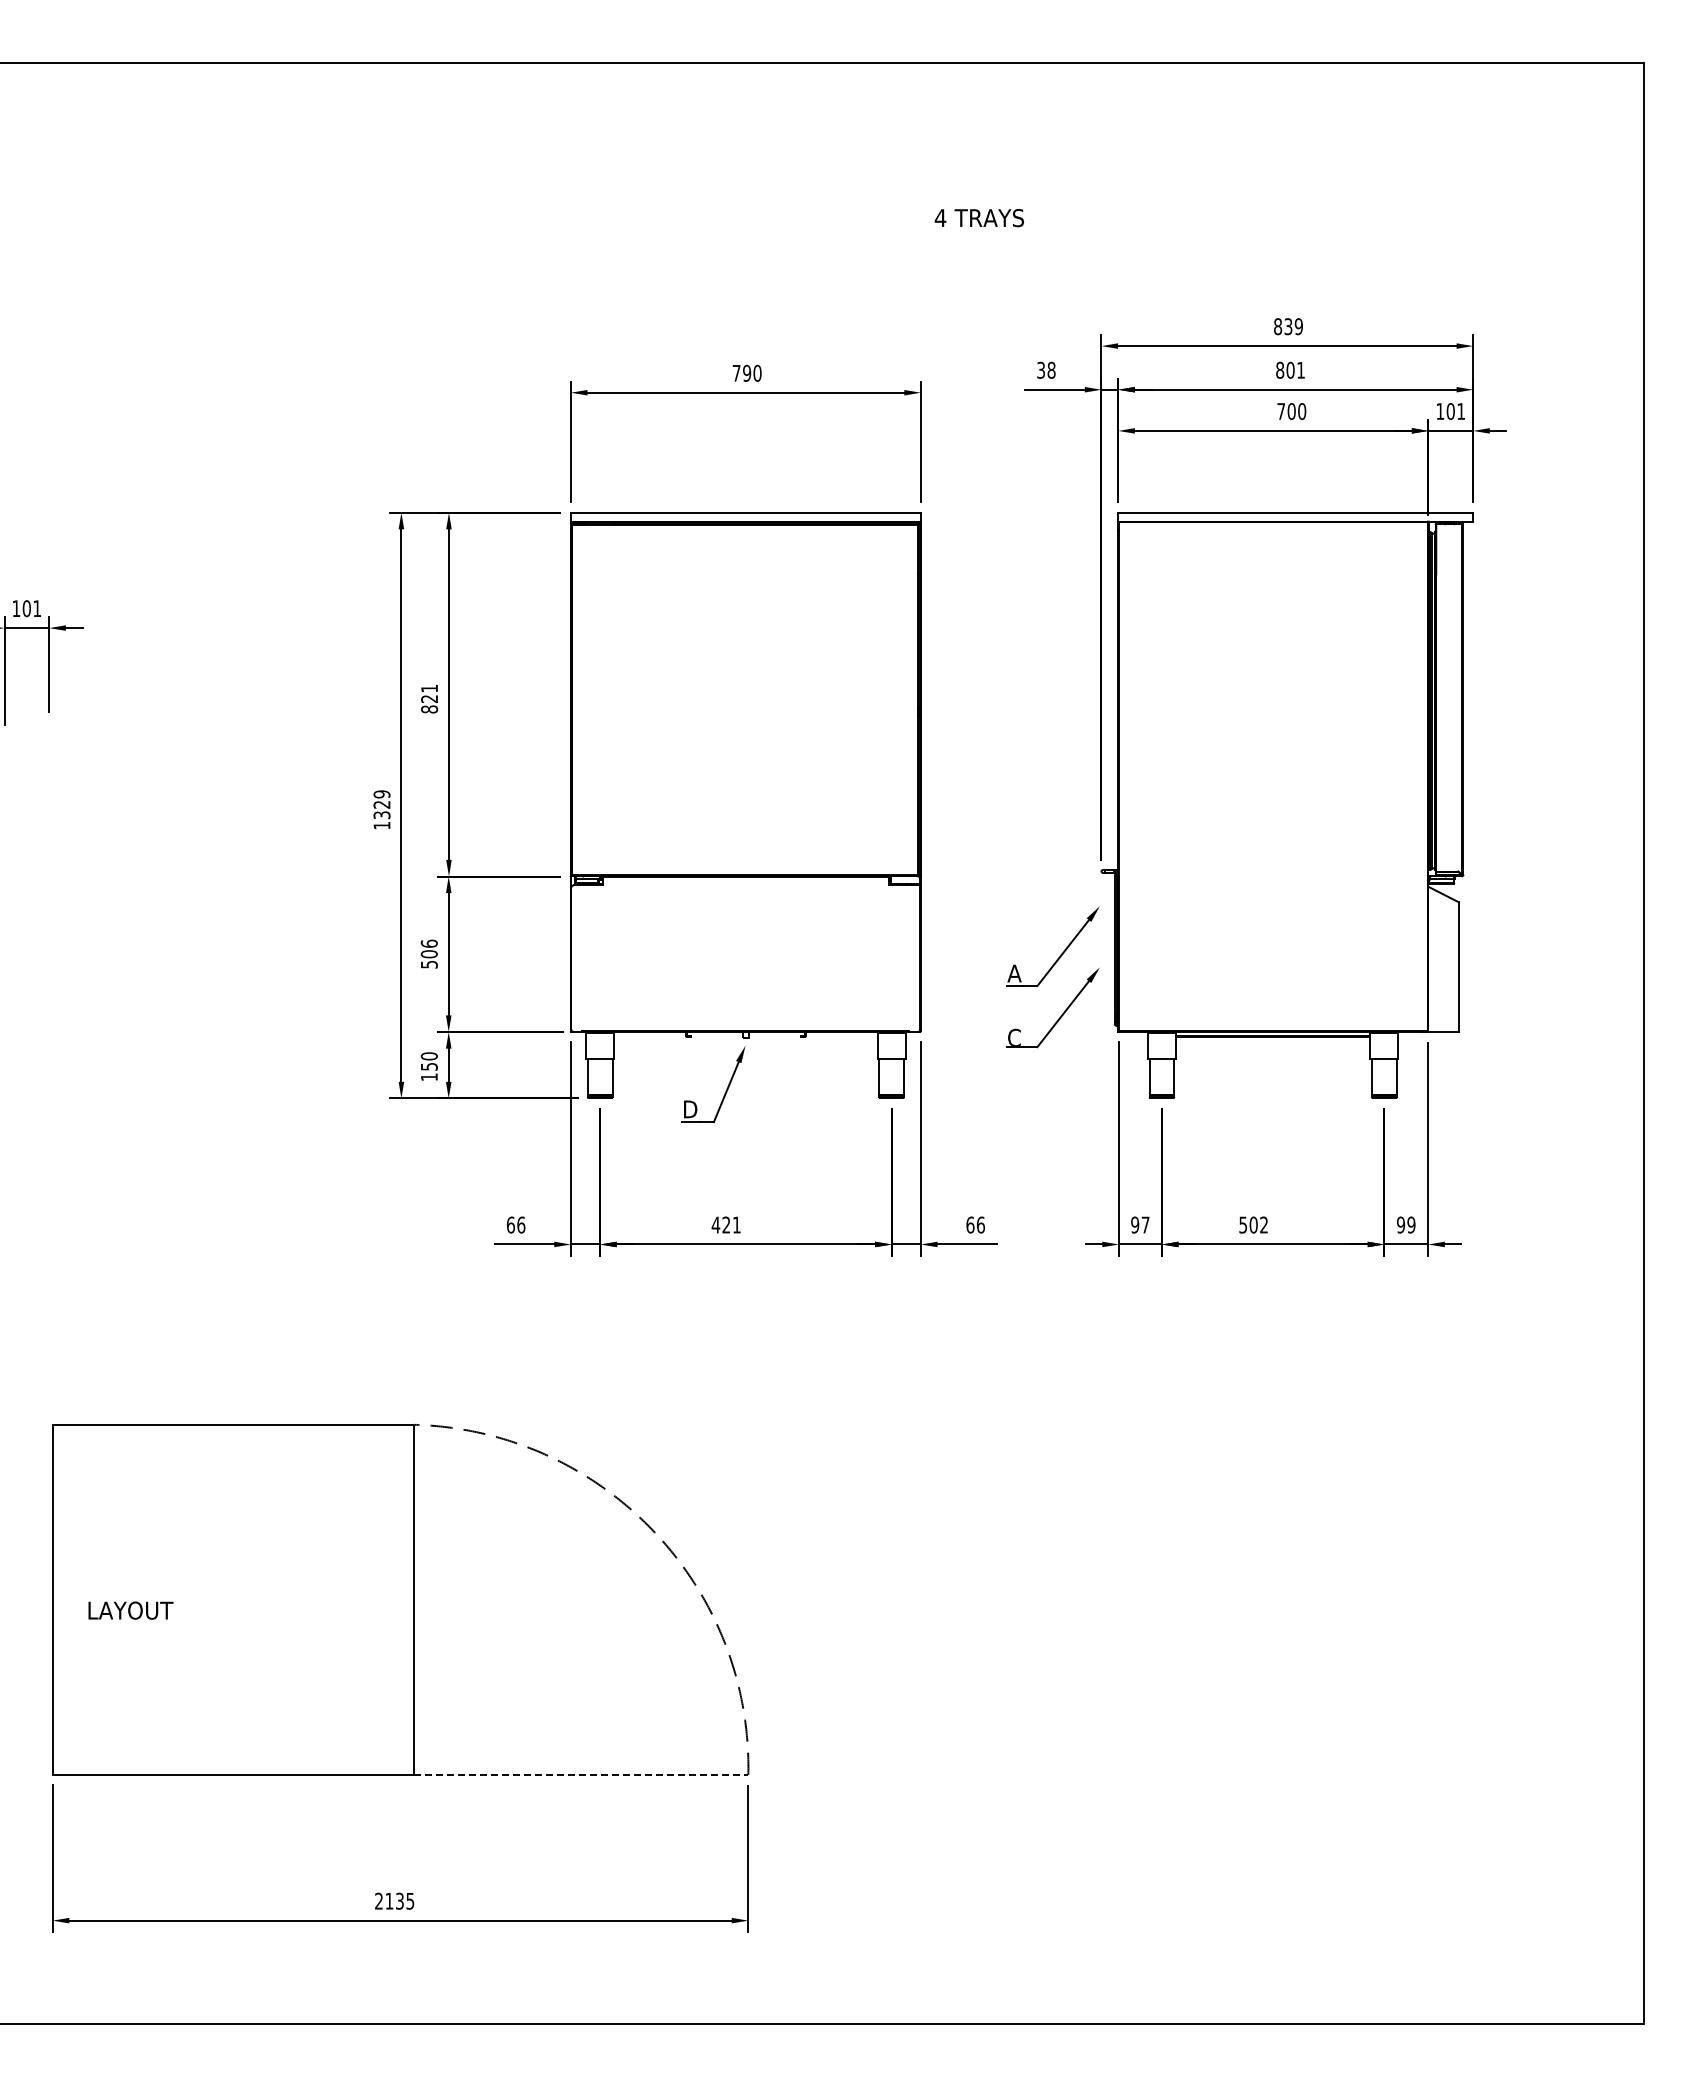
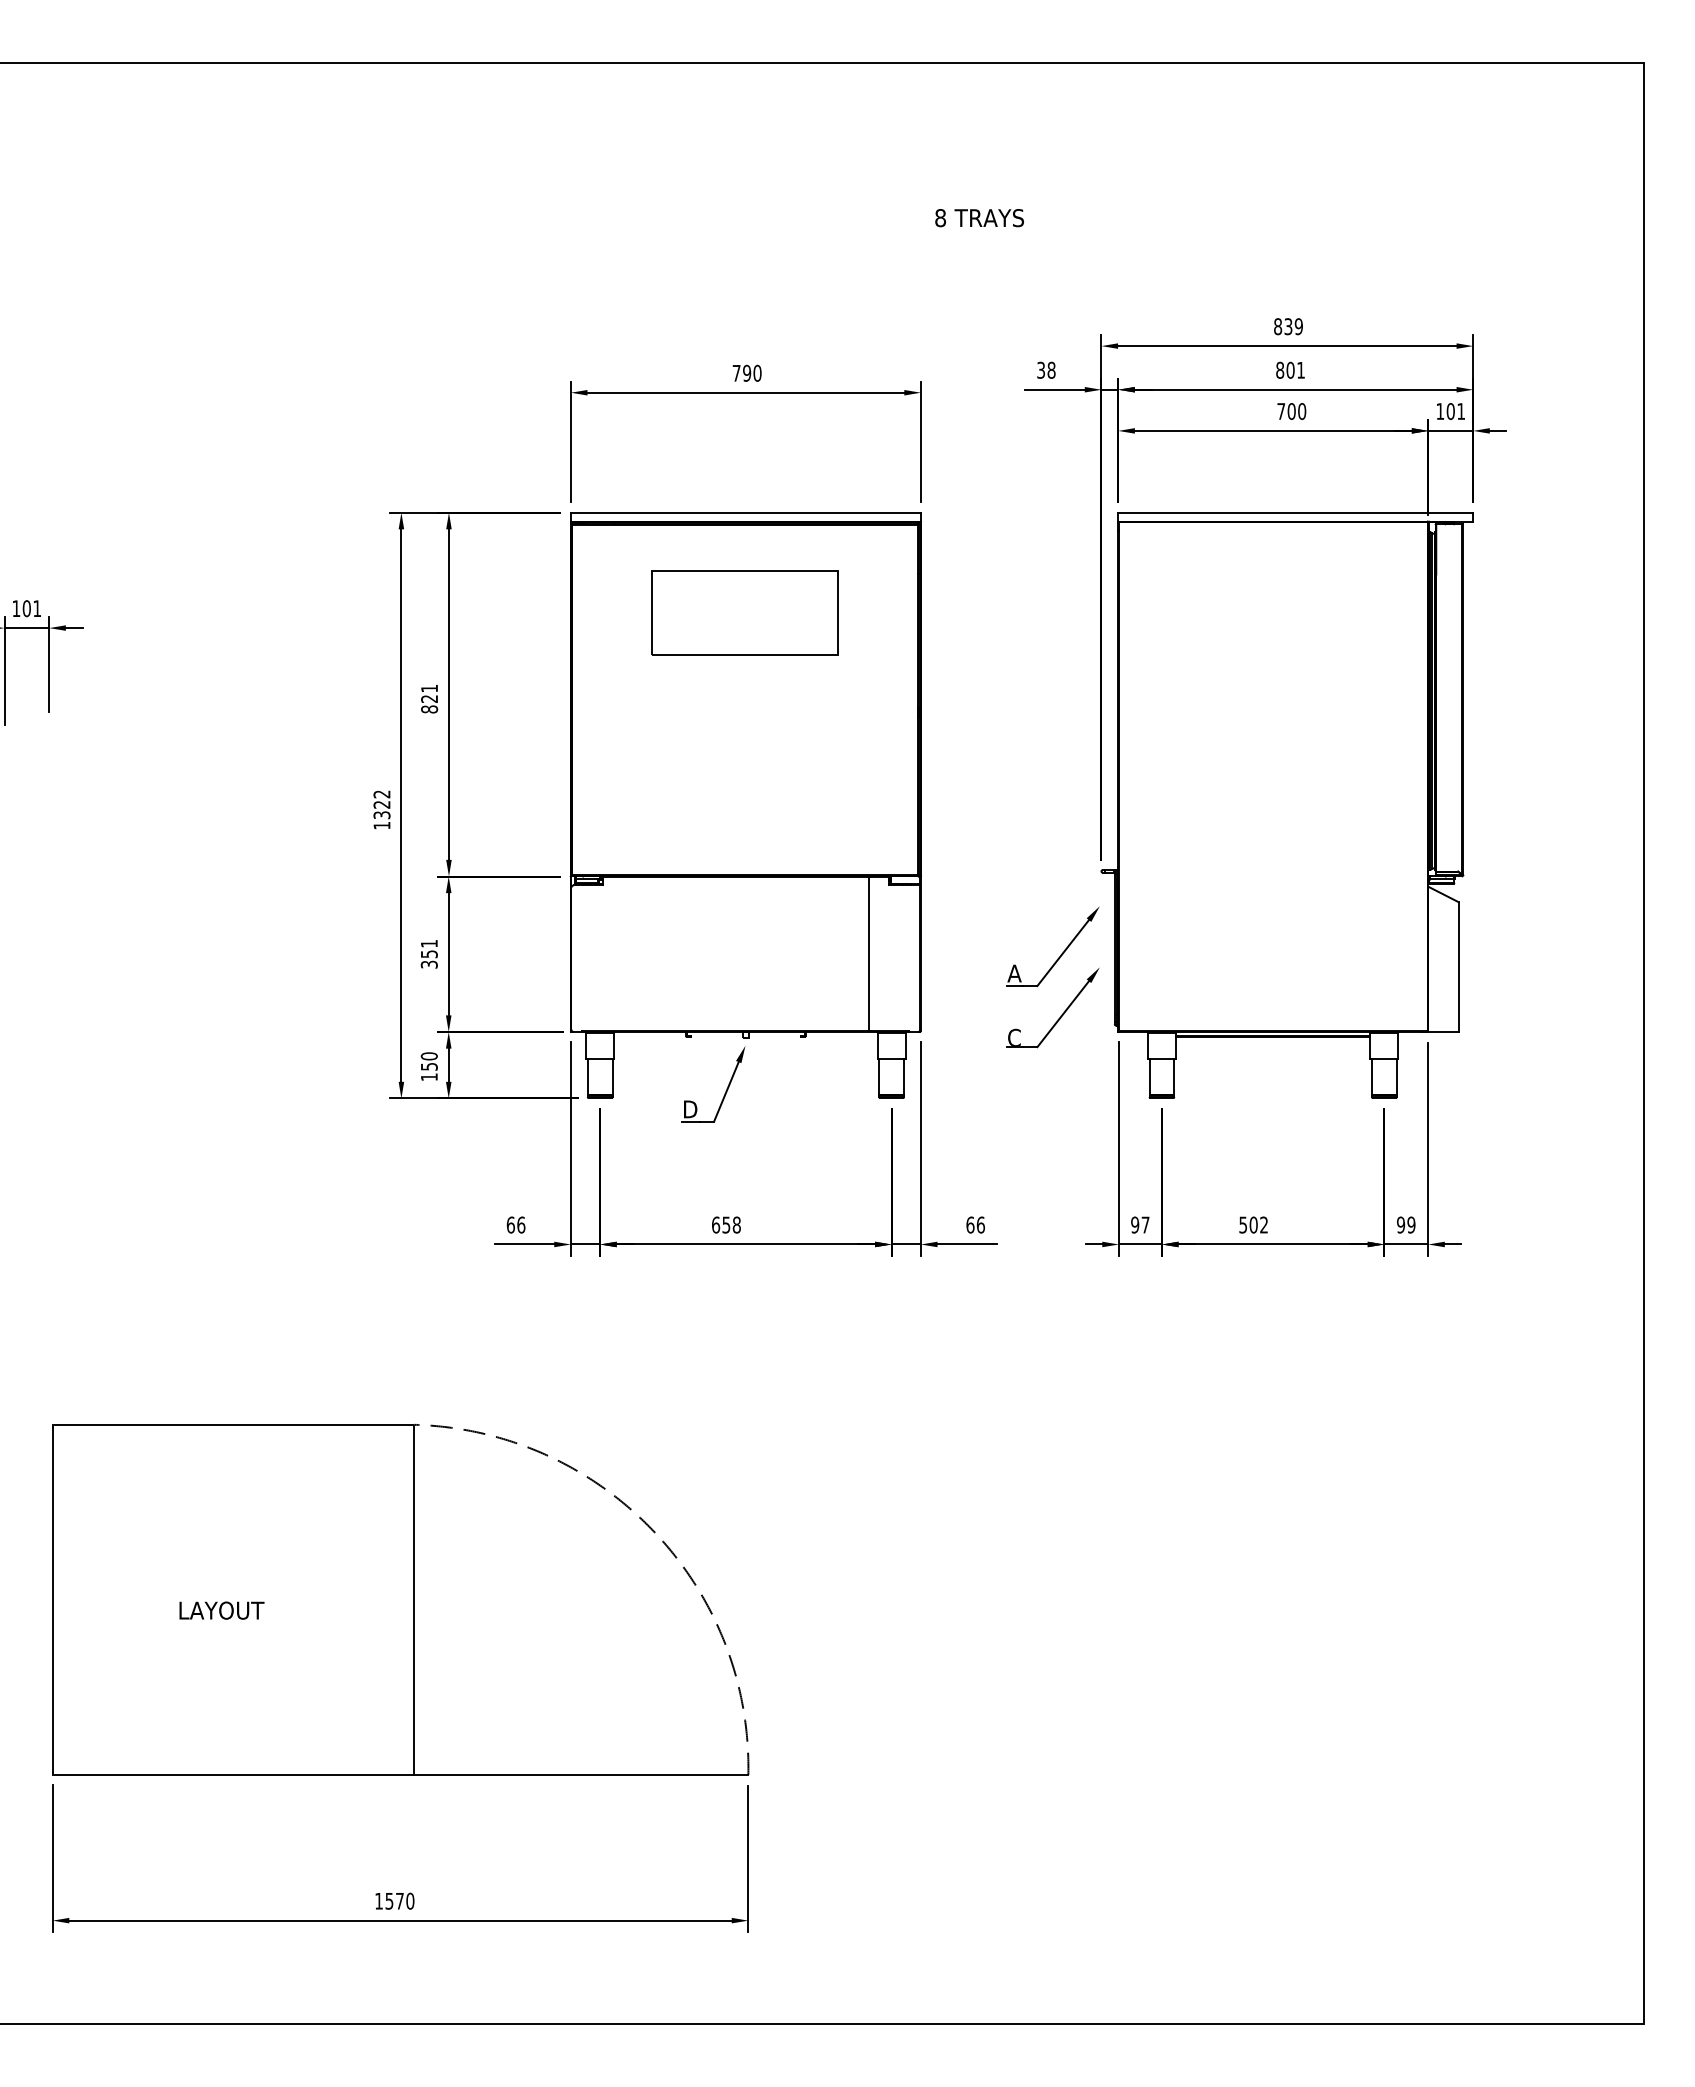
text at (940, 218): 4 -> 8
part at (744, 612): none -> present
text at (381, 794): 1329 -> 1322
text at (428, 953): 506 -> 351
line at (868, 954): none -> present
text at (725, 1224): 421 -> 658
text at (130, 1610) position: (130, 1610) -> (221, 1610)
line at (581, 1774): dashed -> solid
text at (394, 1900): 2135 -> 1570
